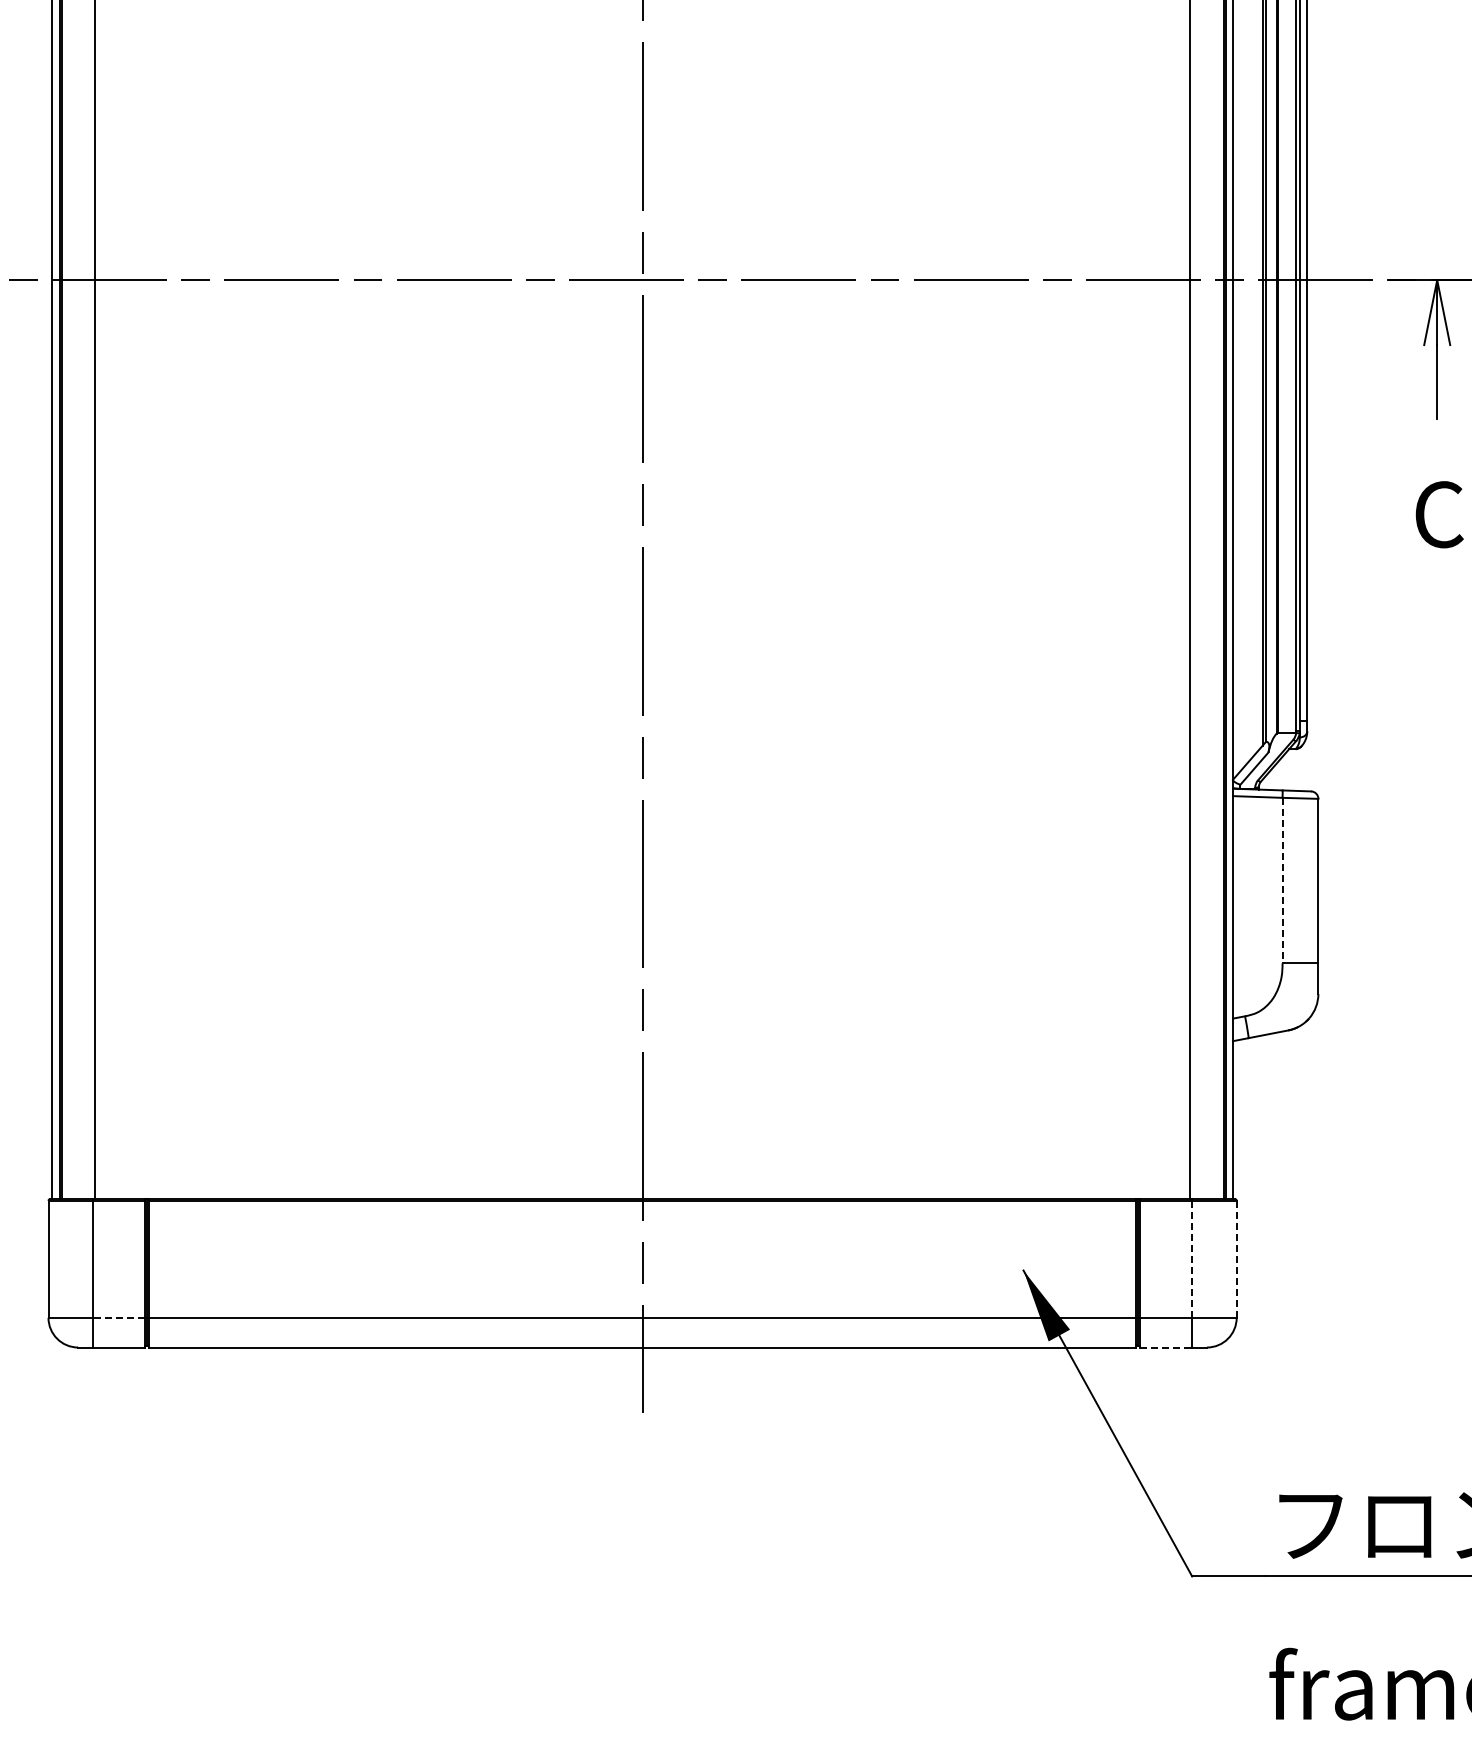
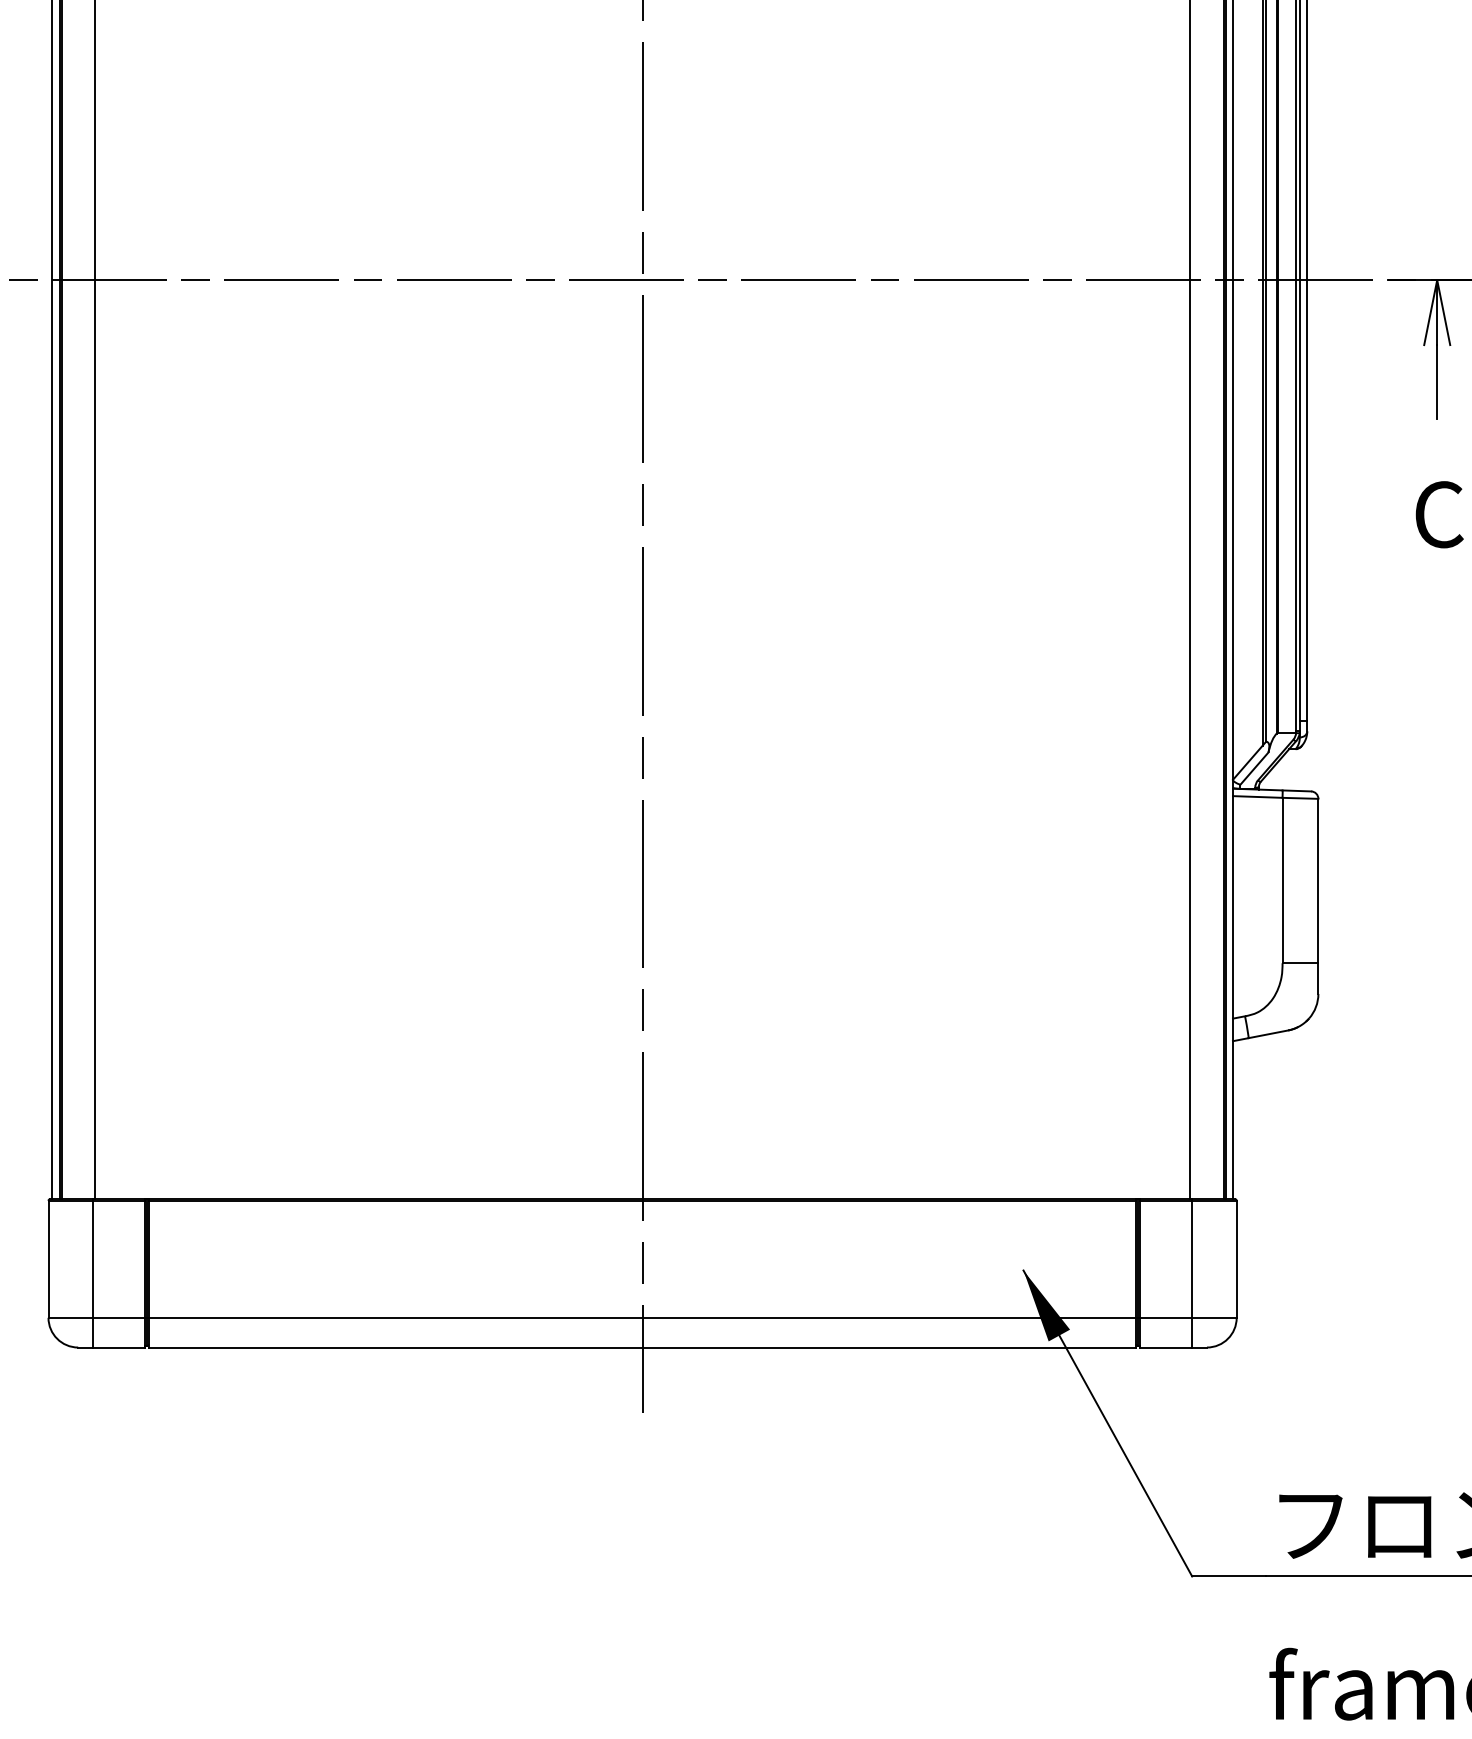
line at (1282, 880): dashed -> solid
line at (1236, 1258): dashed -> solid
line at (1192, 1259): dashed -> solid
line at (119, 1317): dashed -> solid
line at (1166, 1347): dashed -> solid
